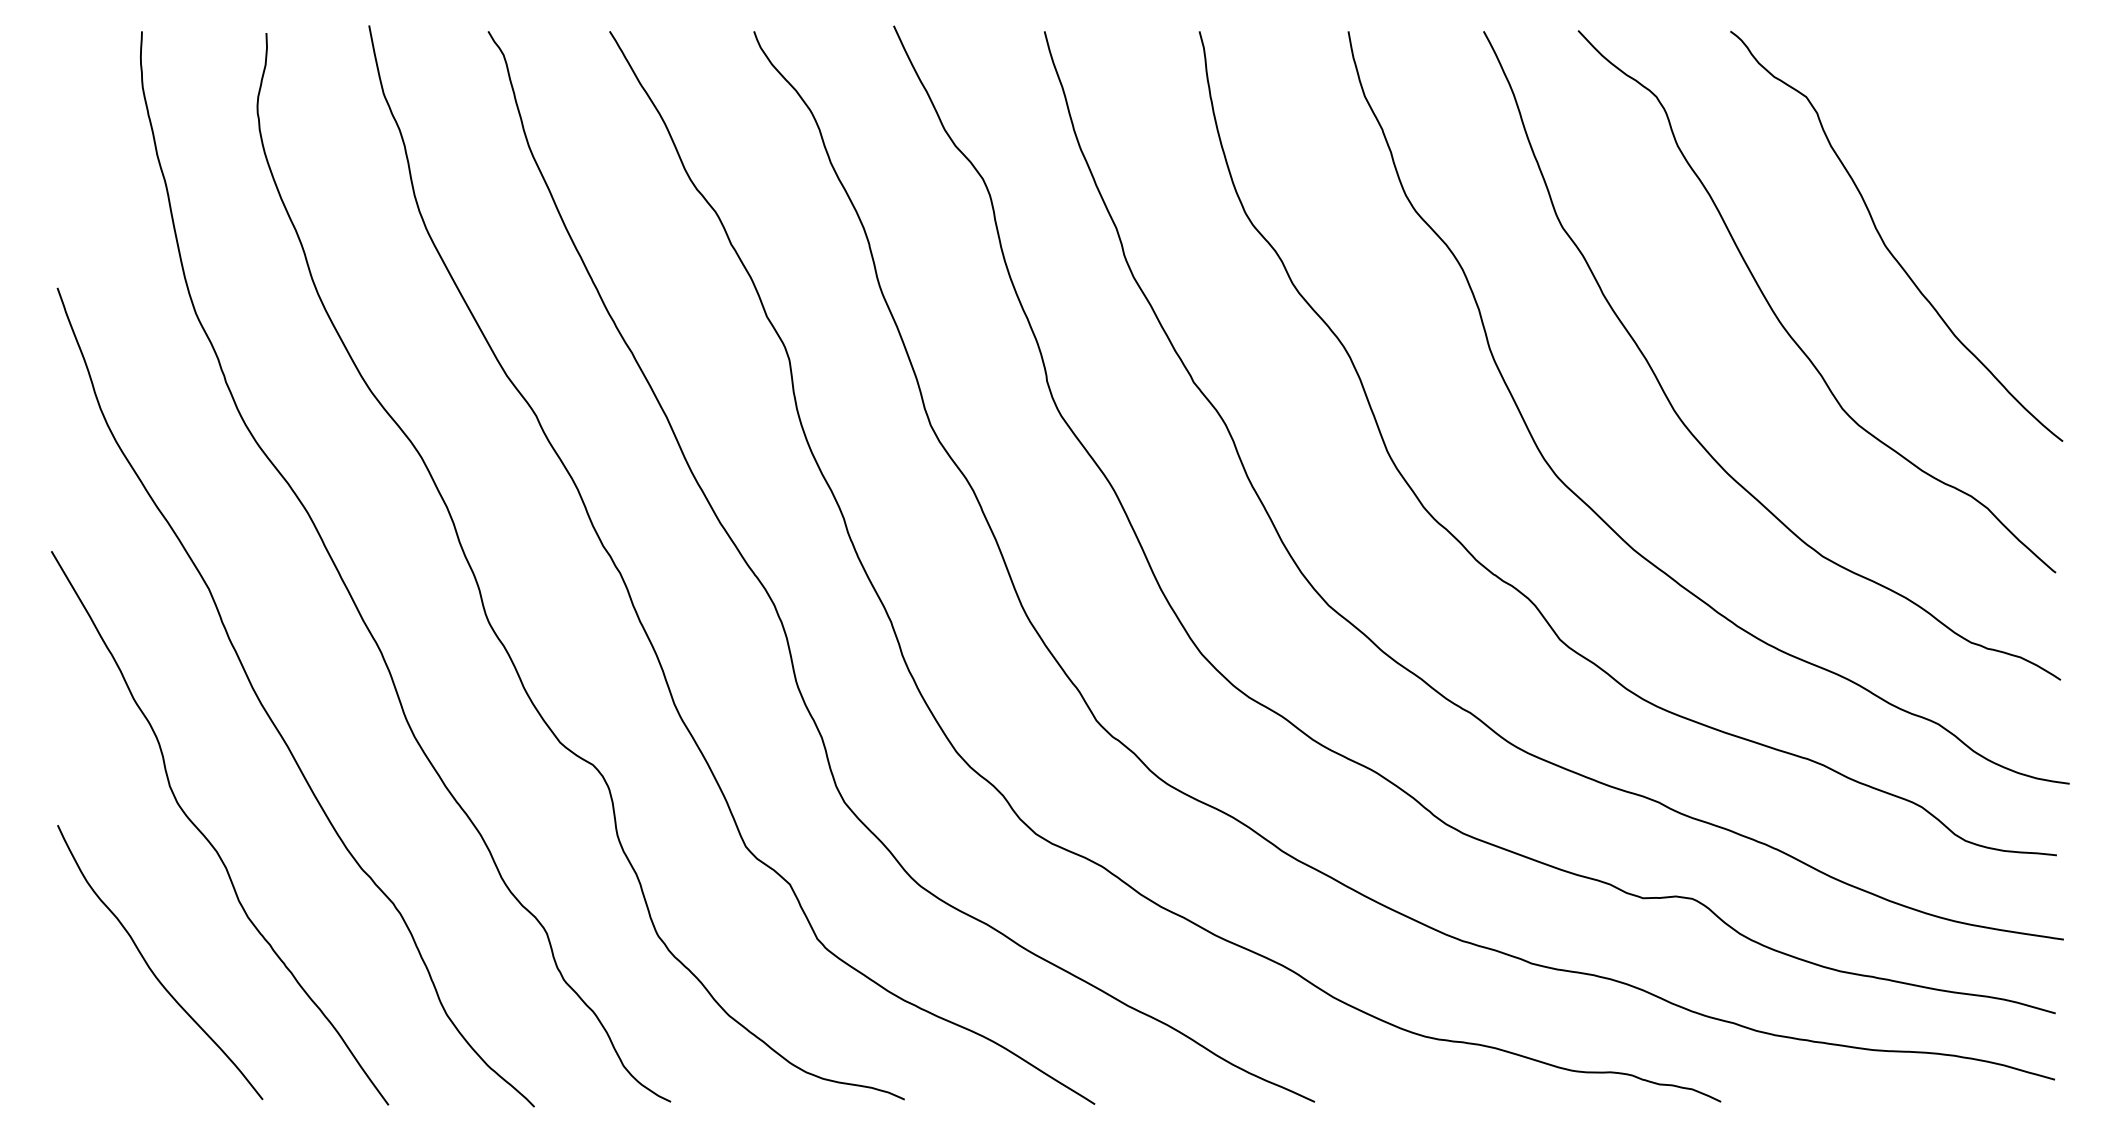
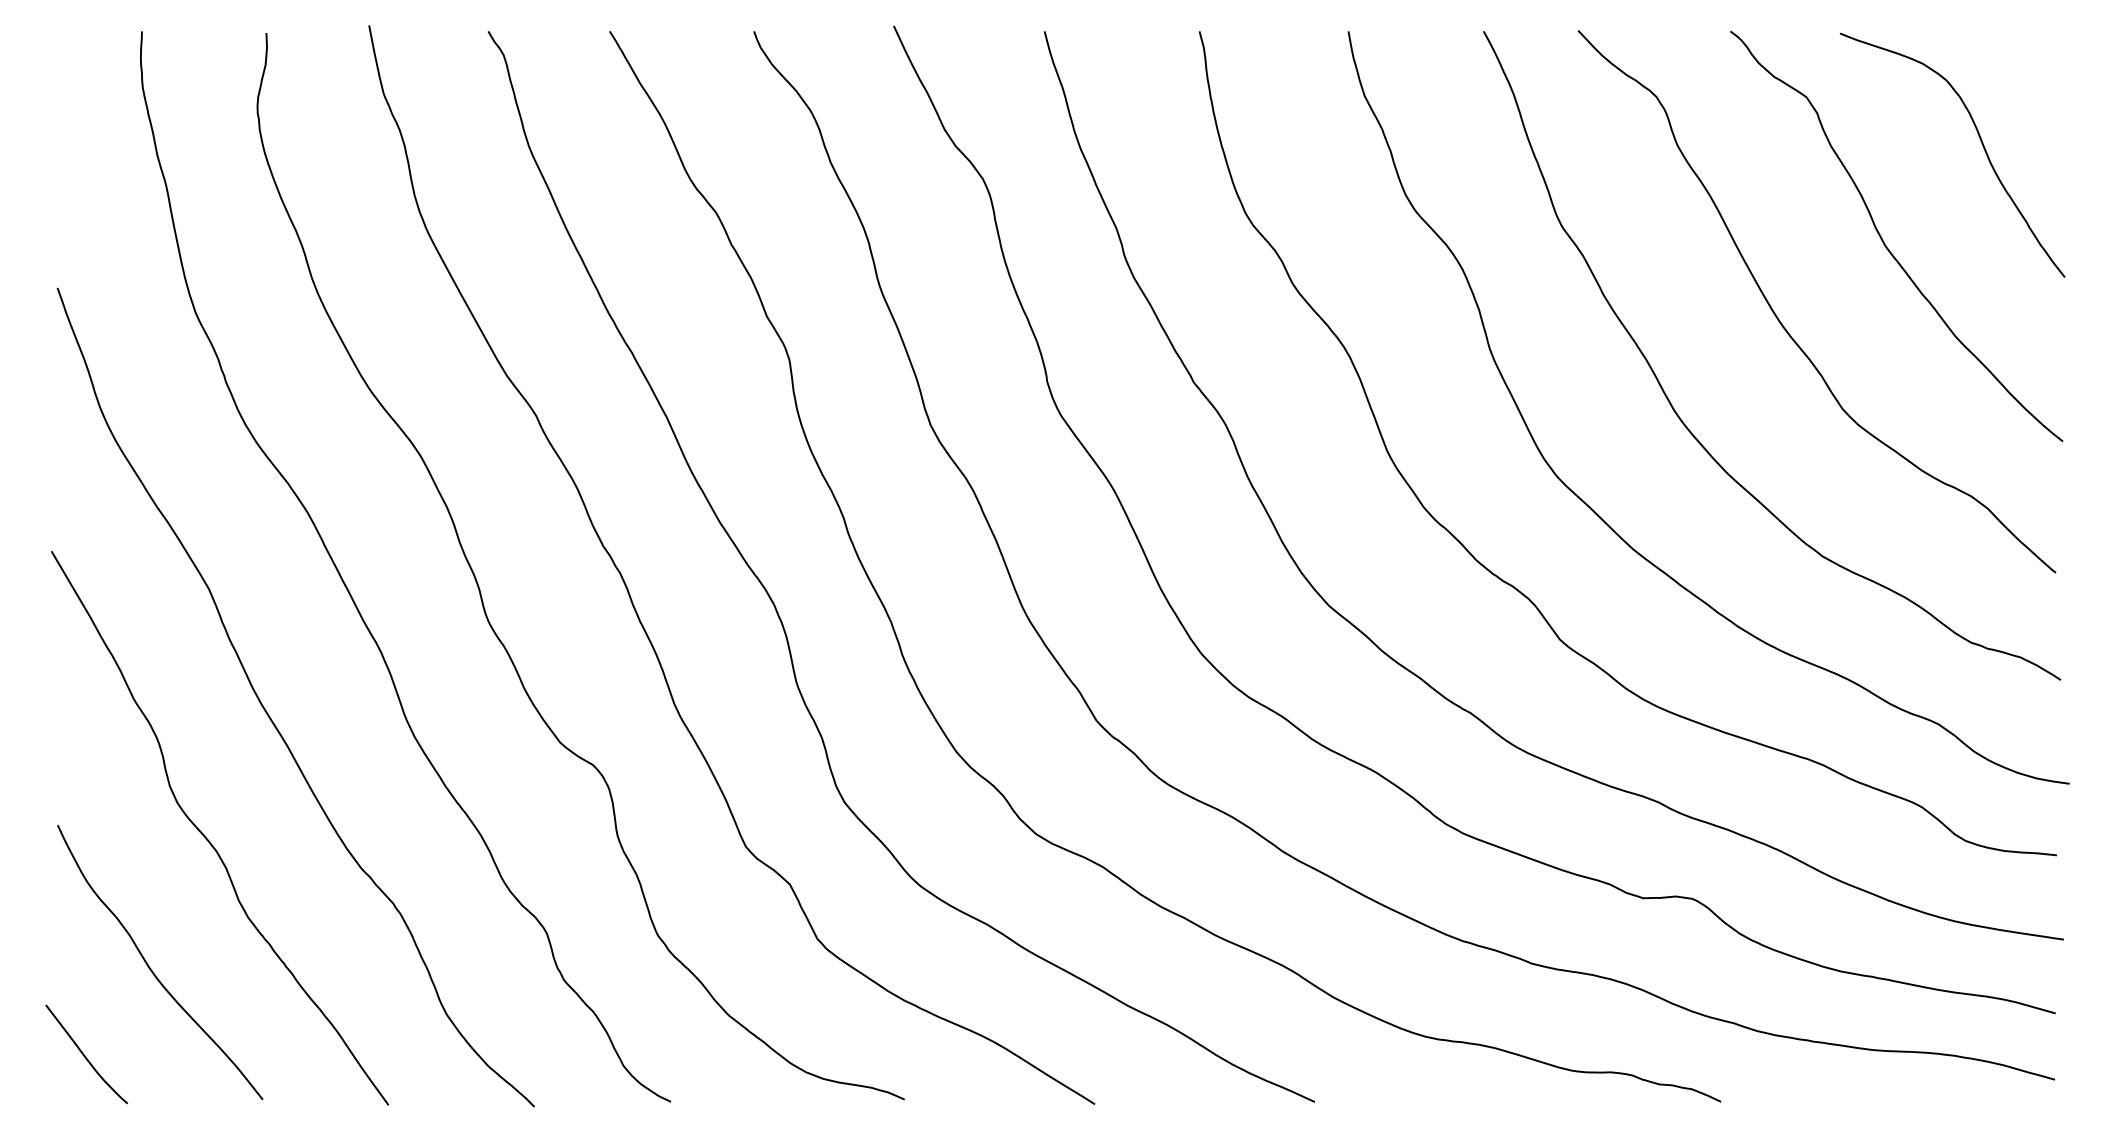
curve at (1980, 141): none -> present
curve at (85, 1055): none -> present
